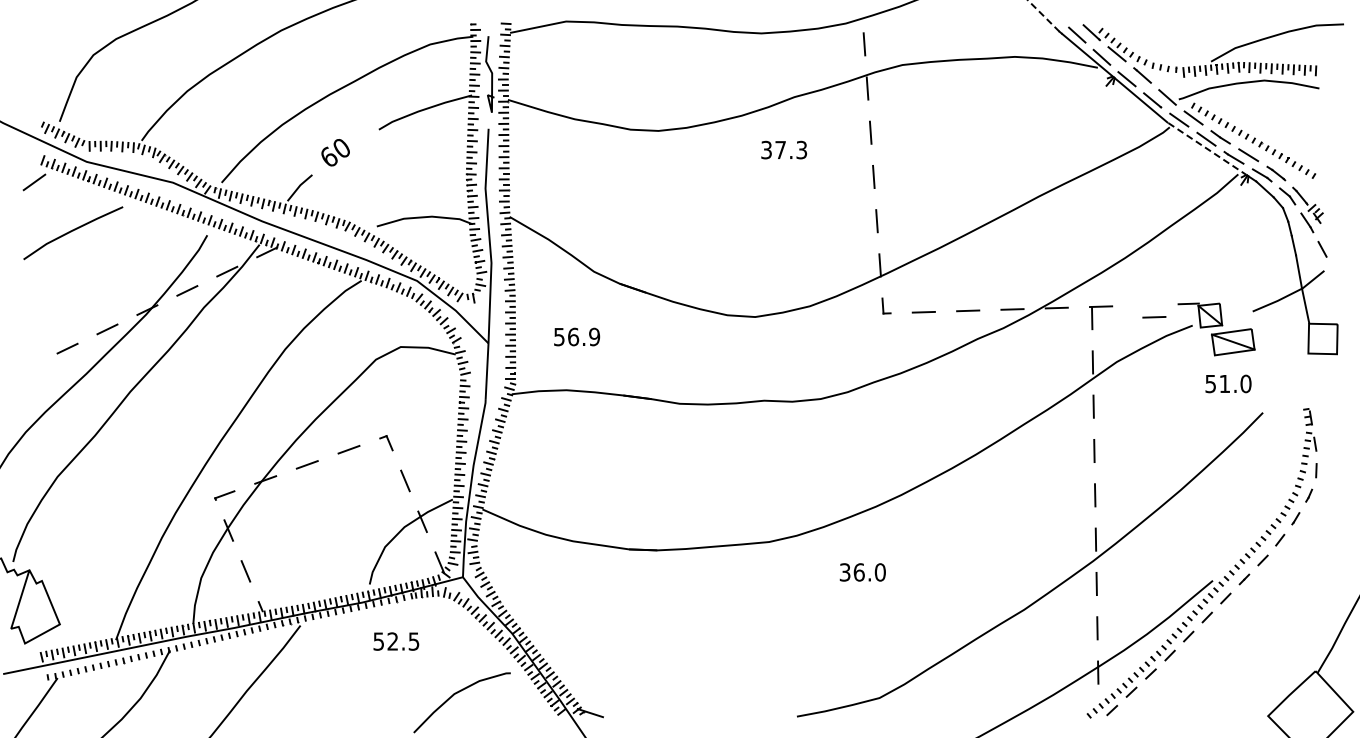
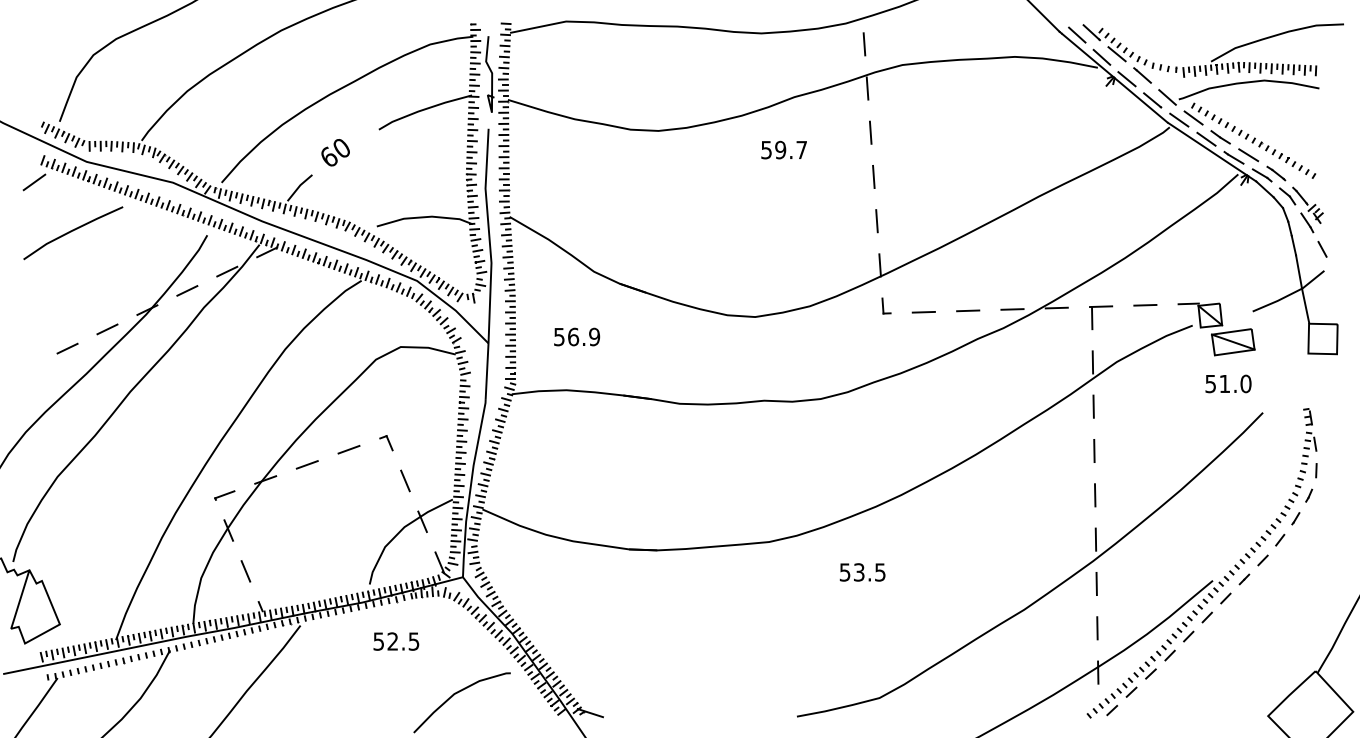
line at (1043, 15): dashed -> solid
text at (784, 149): 37.3 -> 59.7
line at (1208, 149): dashed -> solid
line at (1154, 317) position: (1154, 317) -> (1145, 305)
text at (862, 572): 36.0 -> 53.5
